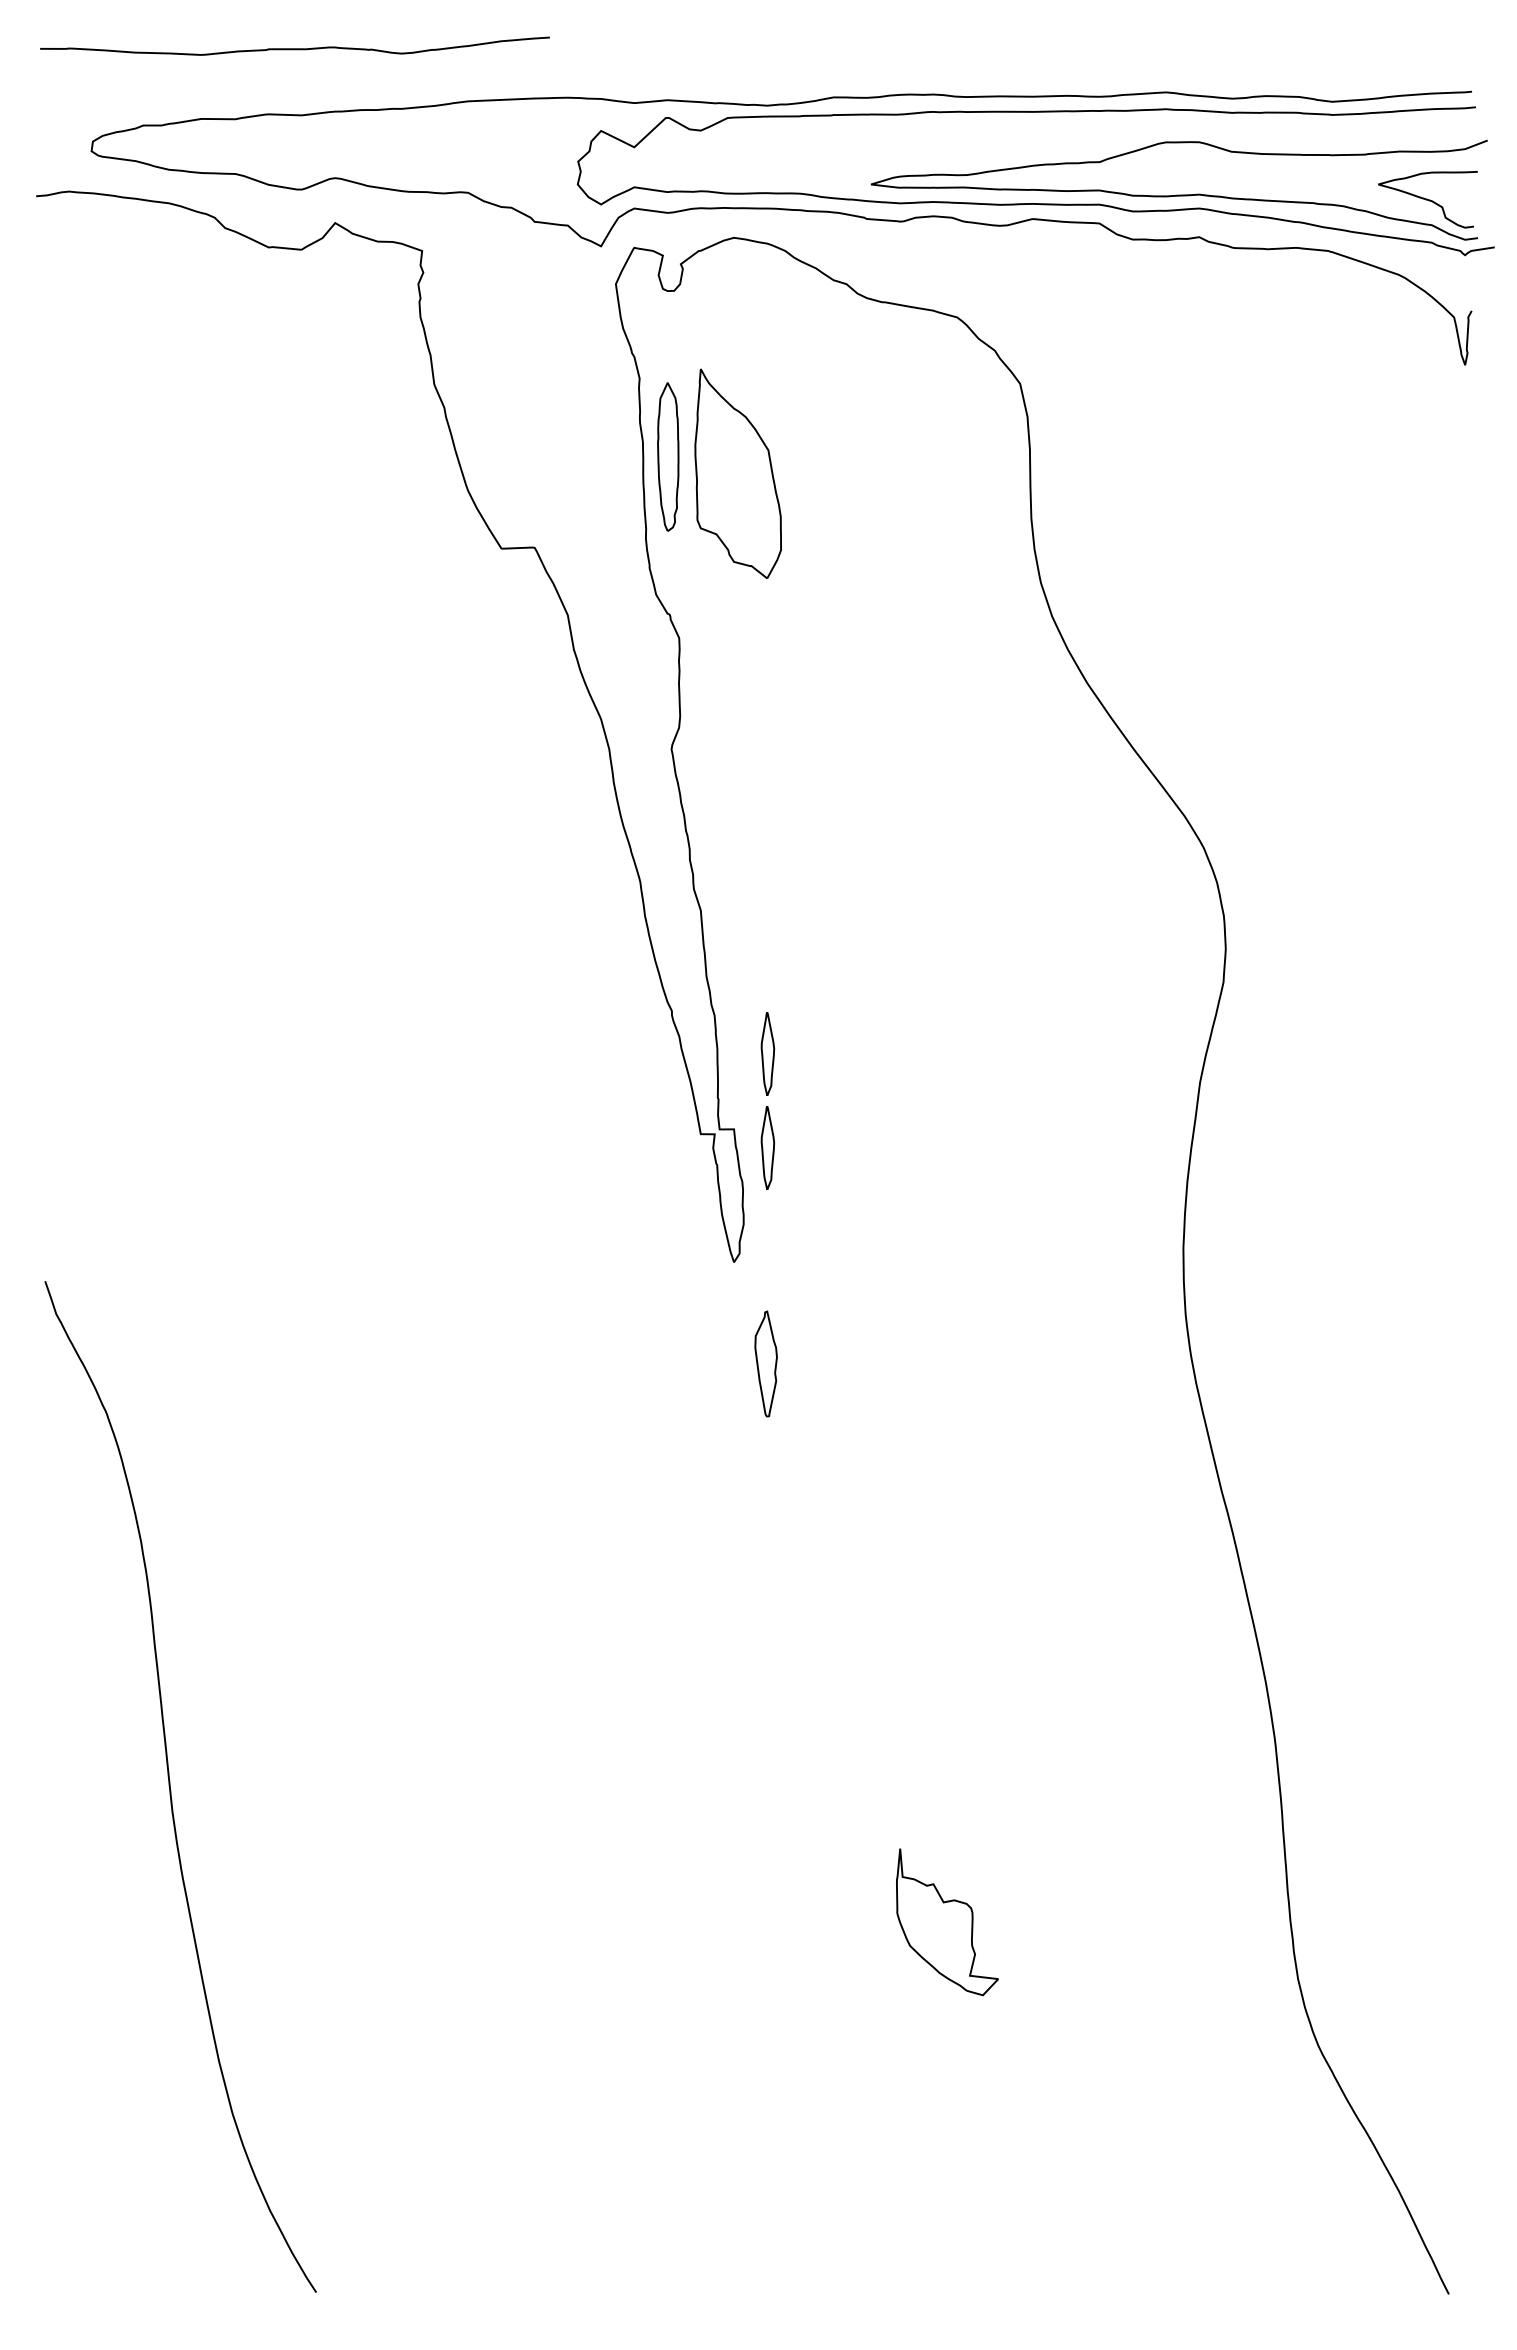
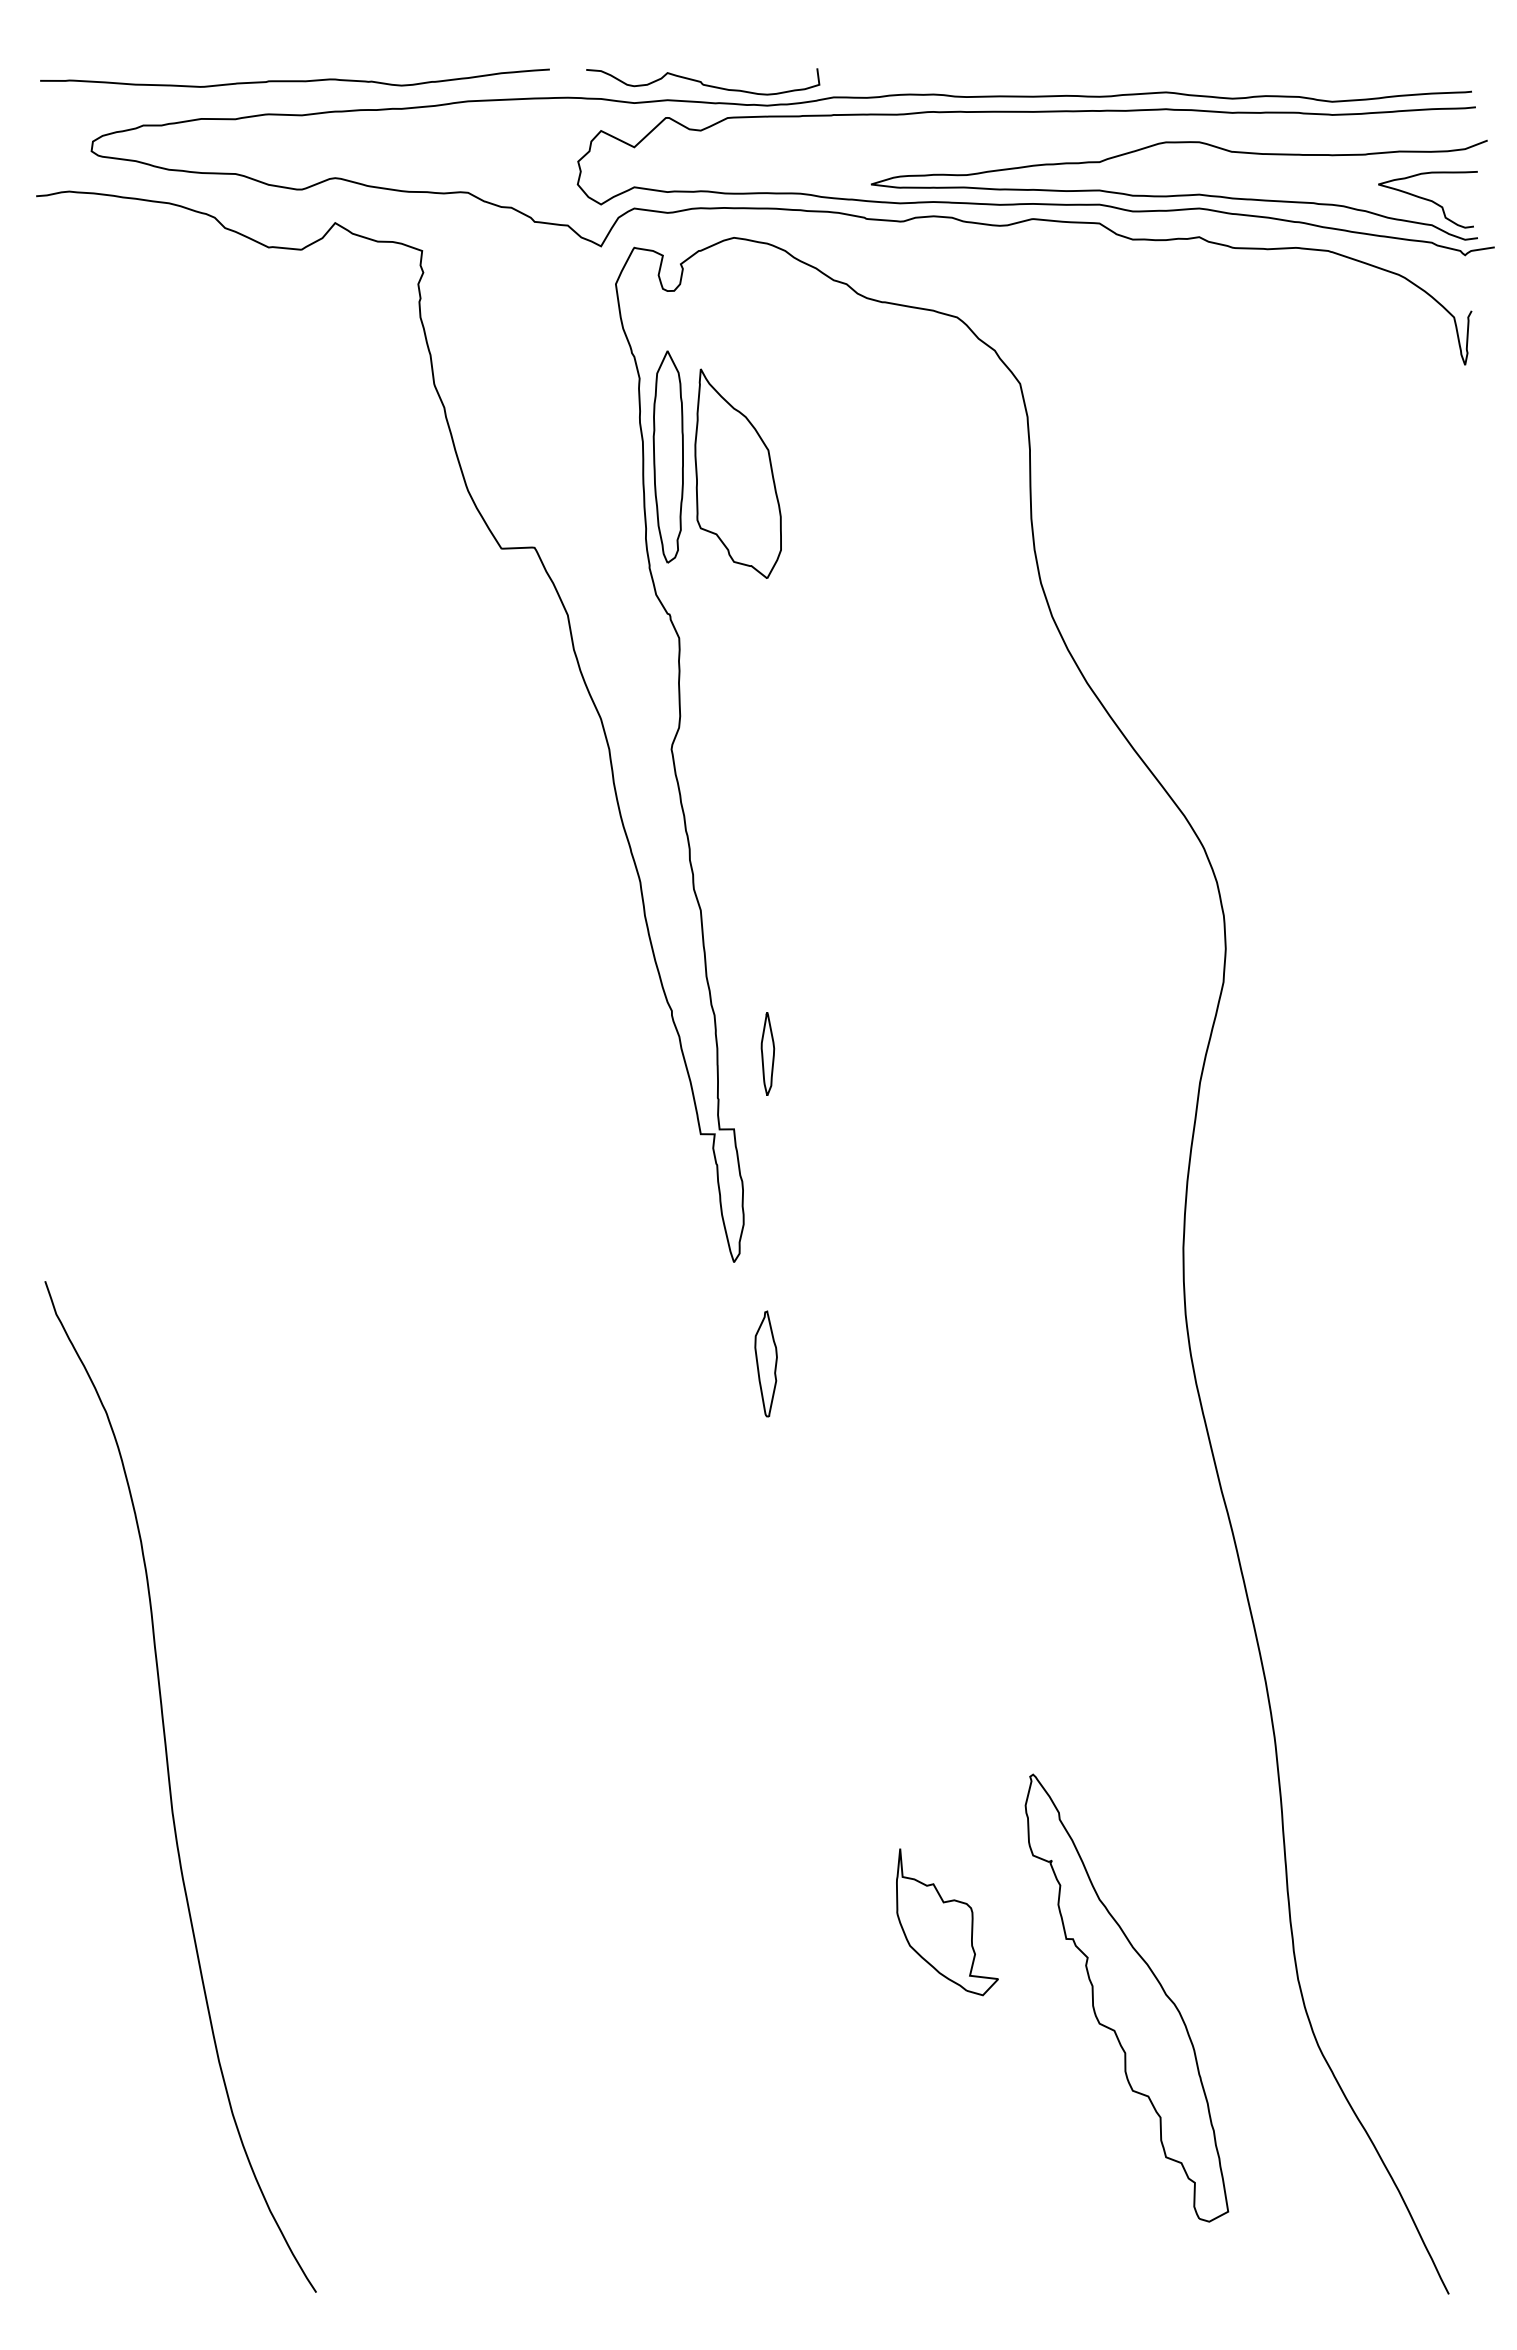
curve at (294, 48) position: (294, 48) -> (294, 80)
curve at (702, 82): none -> present
part at (668, 456) size: 23x150 px -> 32x214 px
part at (767, 1147): present -> none
part at (1126, 1997): none -> present
